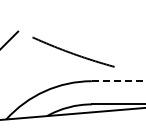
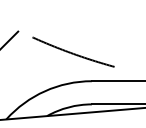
line at (118, 81): dashed -> solid
